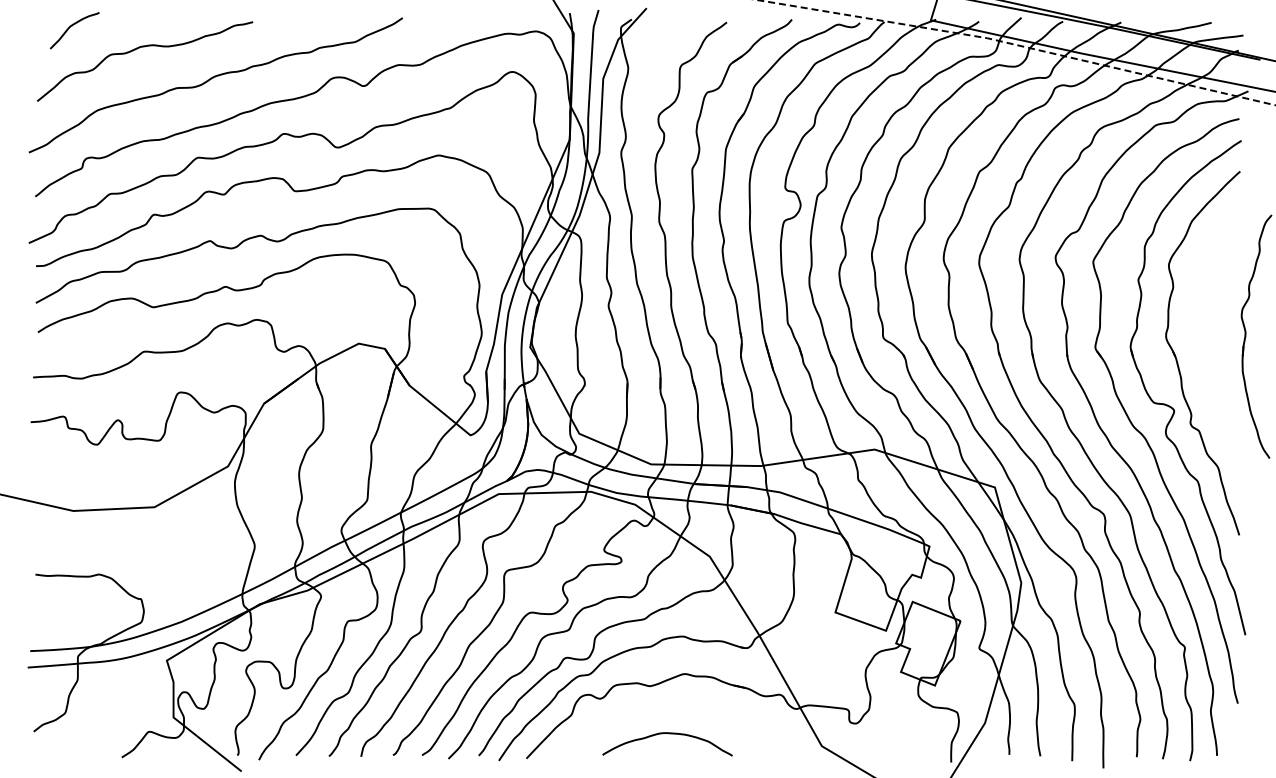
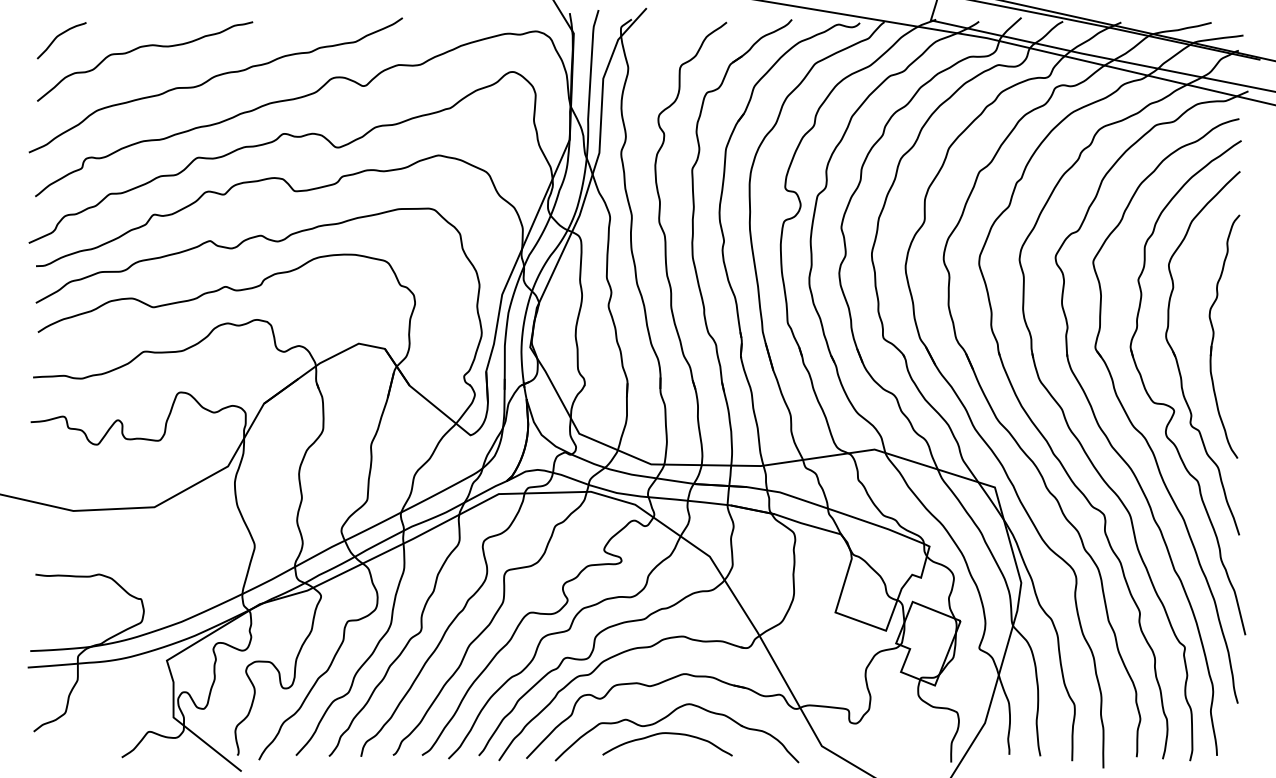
curve at (72, 26) position: (72, 26) -> (59, 36)
line at (1017, 45): dashed -> solid
part at (1246, 336) position: (1246, 336) -> (1214, 336)
part at (667, 717): none -> present
